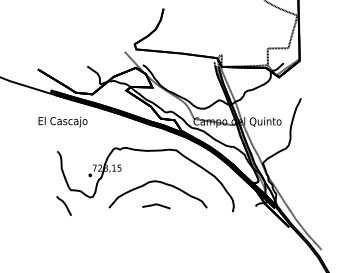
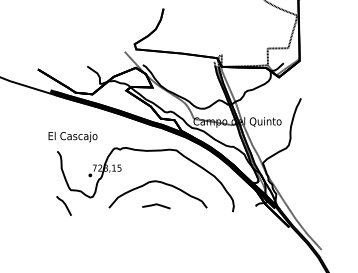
text at (62, 121) position: (62, 121) -> (72, 136)
